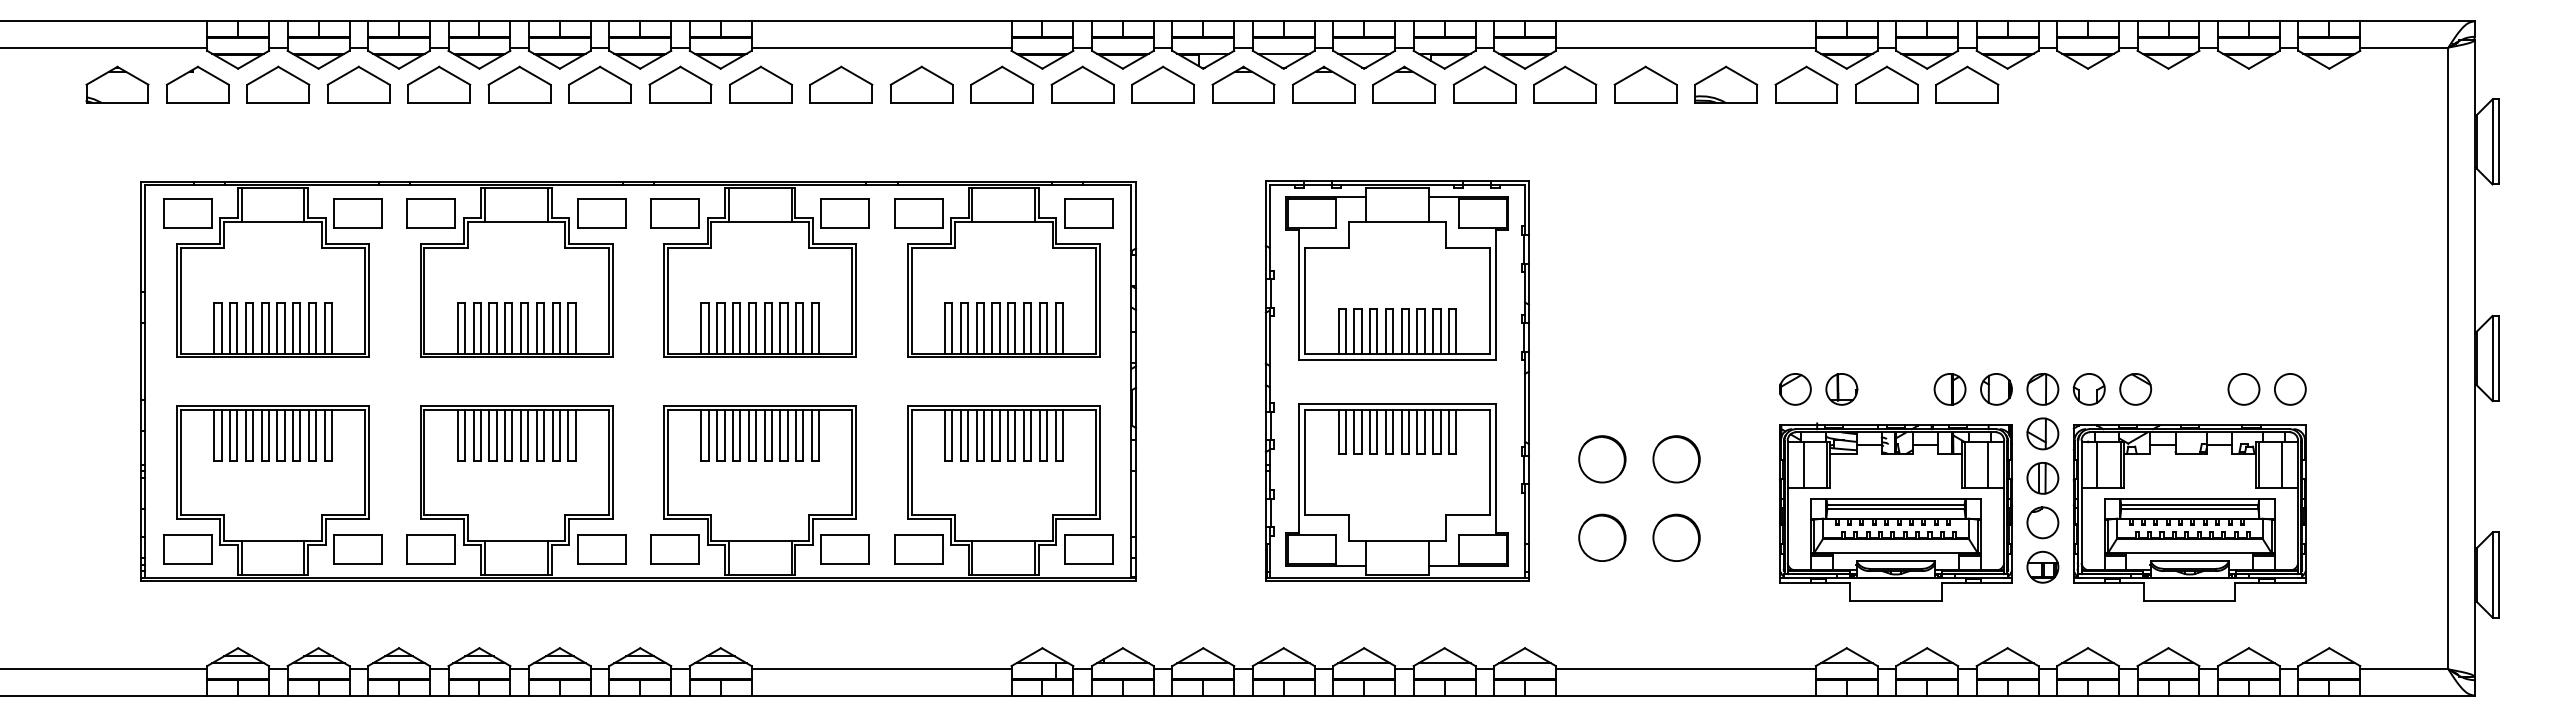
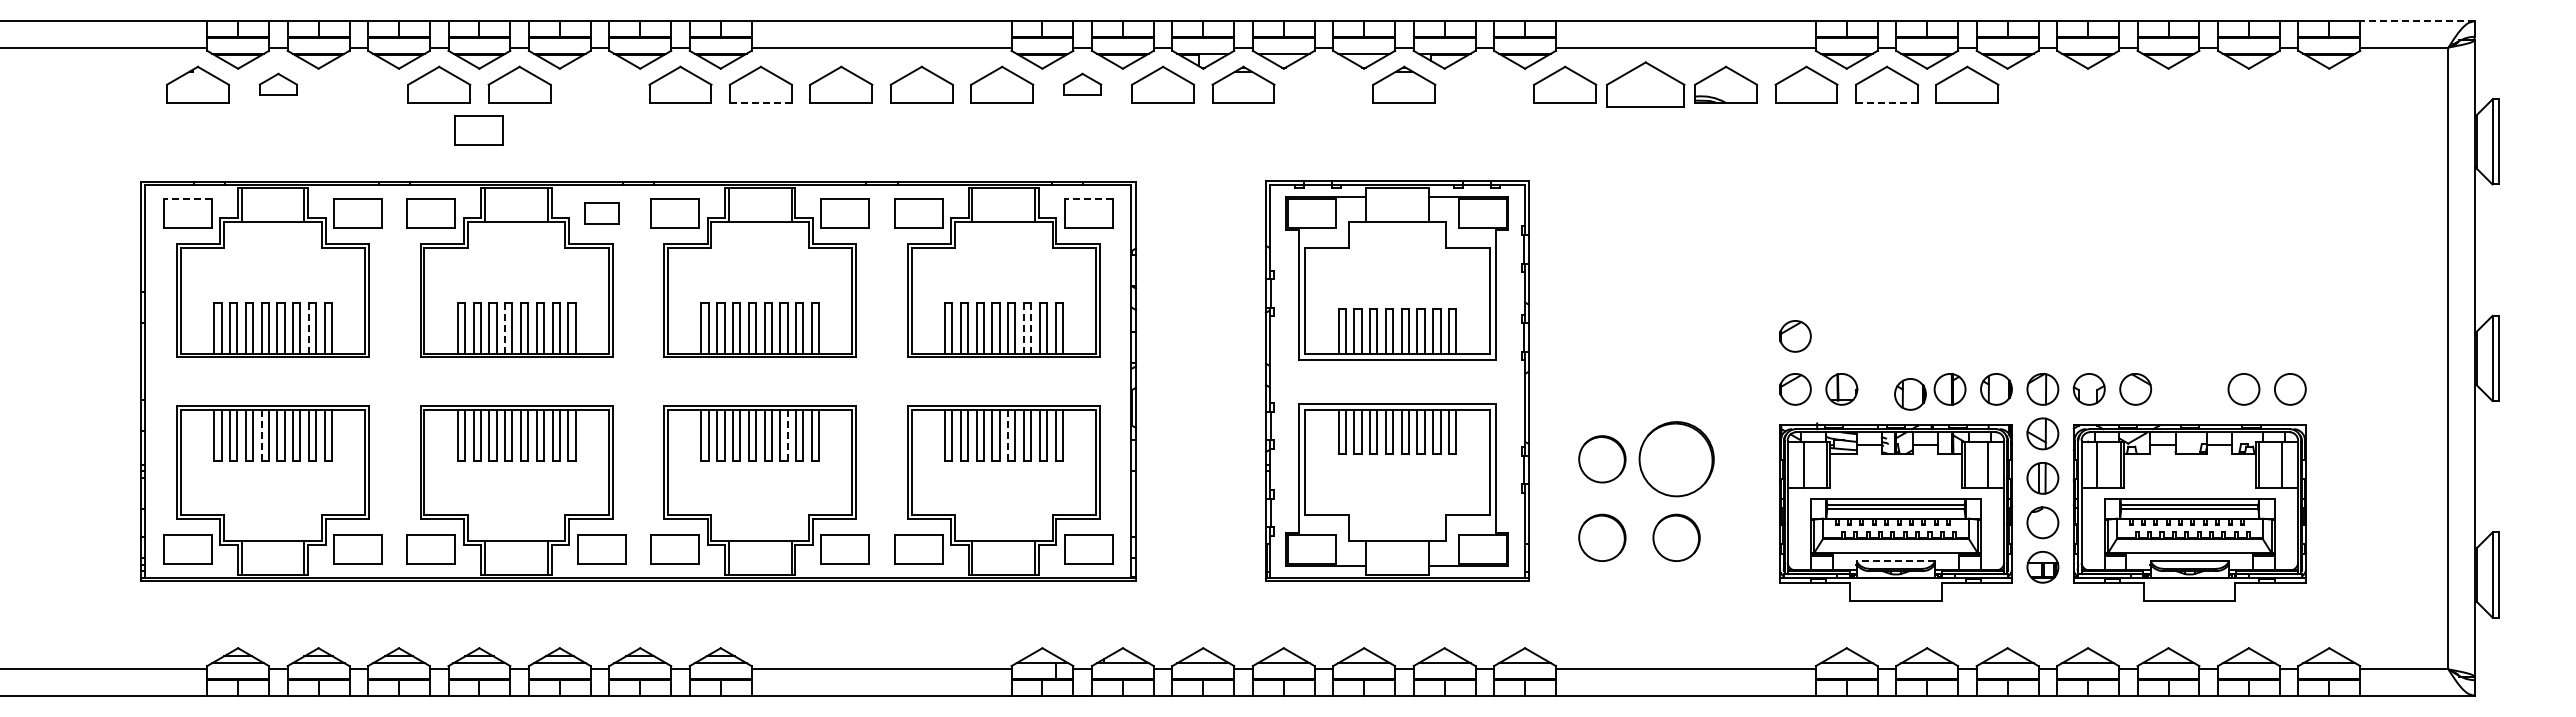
line at (2417, 21): solid -> dashed
part at (117, 84): present -> none
part at (278, 84) size: 65x39 px -> 40x24 px
part at (358, 84): present -> none
part at (600, 84): present -> none
part at (1082, 84) size: 65x39 px -> 40x24 px
part at (1323, 84): present -> none
part at (1484, 84): present -> none
part at (1645, 84) size: 65x39 px -> 80x47 px
line at (760, 102): solid -> dashed
line at (1886, 102): solid -> dashed
part at (478, 130): none -> present
line at (187, 198): solid -> dashed
line at (1088, 198): solid -> dashed
part at (601, 213) size: 50x31 px -> 36x23 px
line at (308, 327): solid -> dashed
line at (505, 327): solid -> dashed
line at (1023, 327): solid -> dashed
line at (1031, 327): solid -> dashed
part at (1795, 336): none -> present
part at (1910, 394): none -> present
line at (261, 434): solid -> dashed
line at (787, 434): solid -> dashed
line at (1008, 434): solid -> dashed
circle at (1676, 459) size: 49x49 px -> 77x77 px
line at (1895, 561): solid -> dashed
